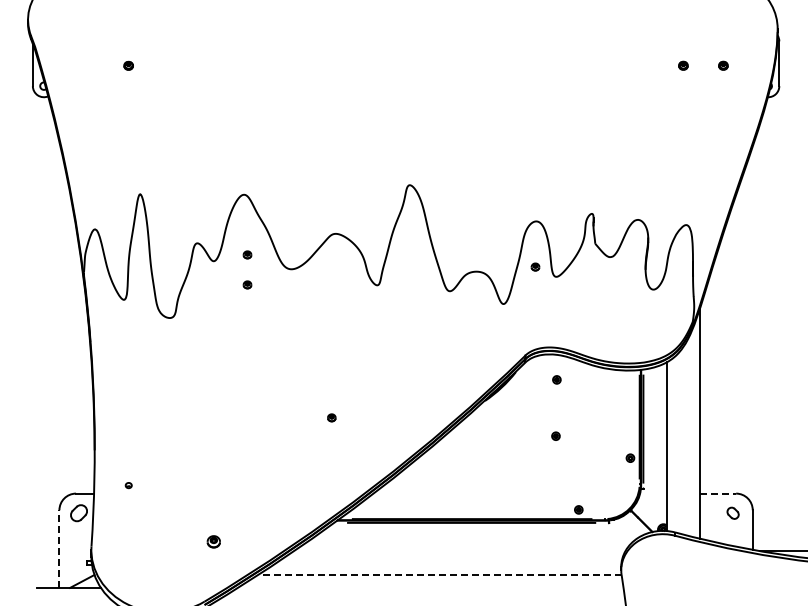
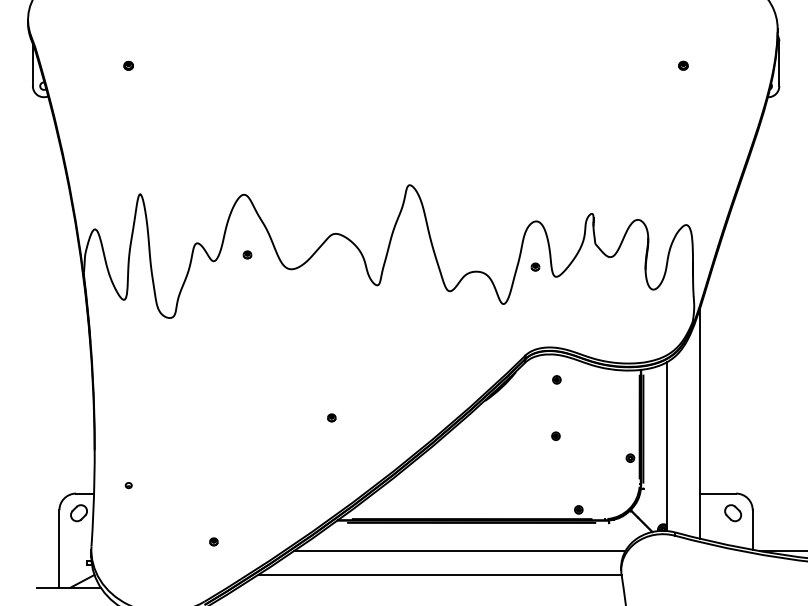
part at (723, 65): present -> none
part at (247, 284): present -> none
line at (718, 493): dashed -> solid
part at (732, 512) size: 14x14 px -> 18x19 px
part at (213, 541) size: 15x14 px -> 10x10 px
line at (59, 549): dashed -> solid
line at (459, 551): none -> present
line at (439, 574): dashed -> solid
